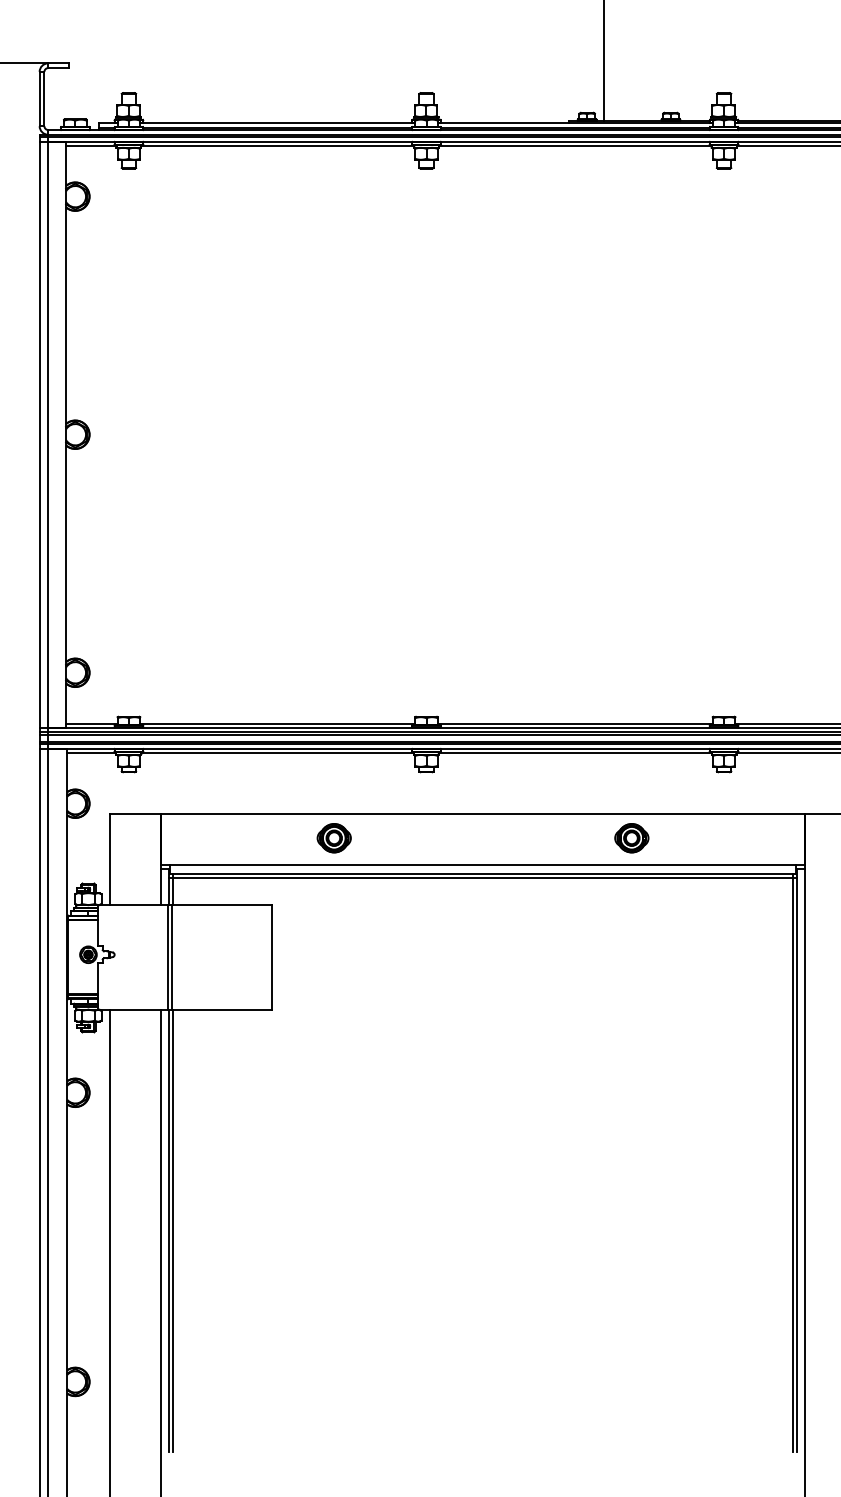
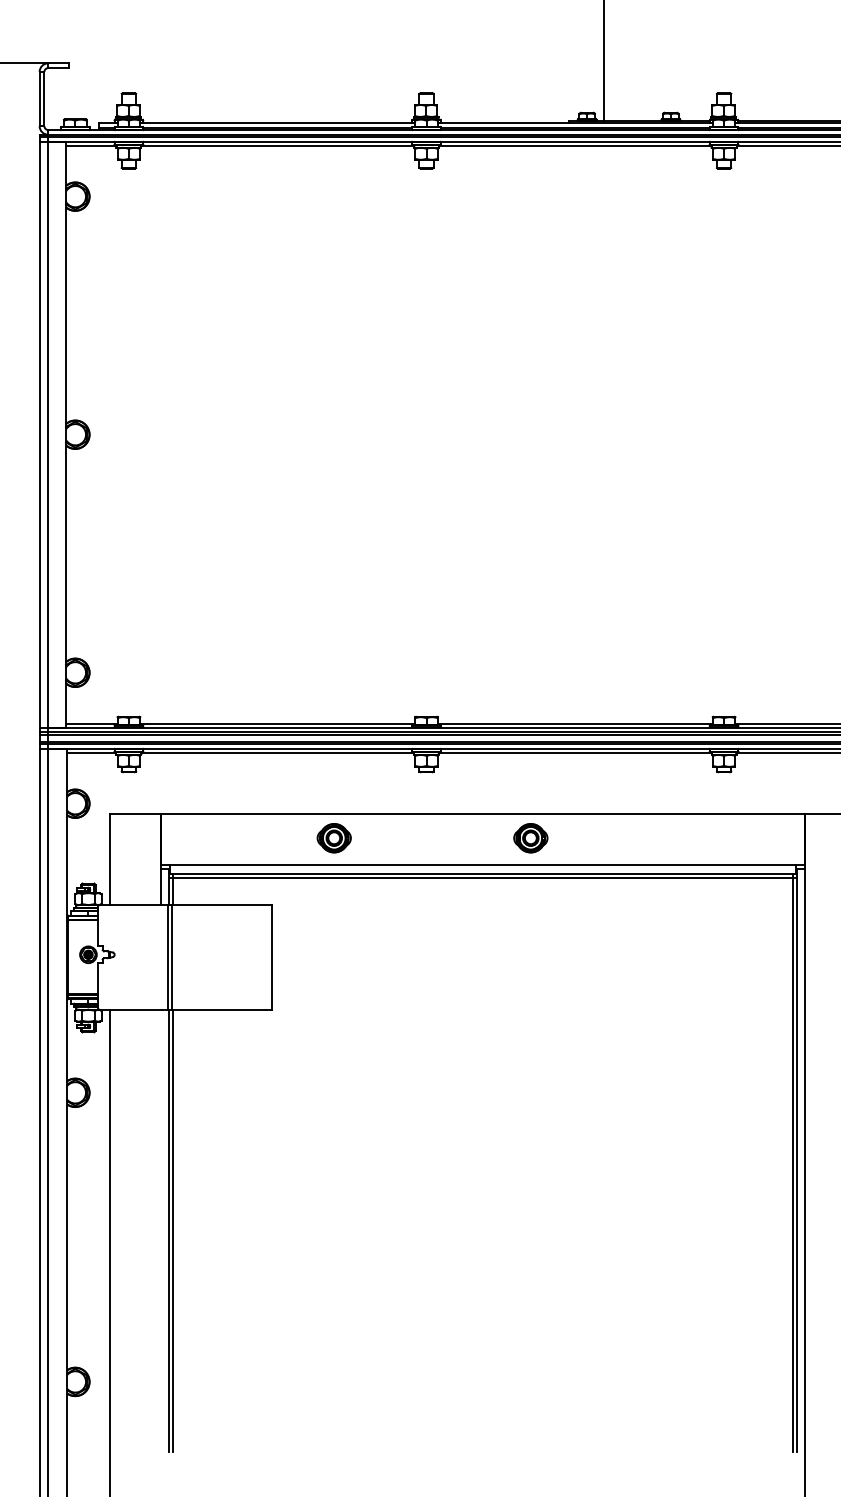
part at (631, 838) position: (631, 838) -> (530, 838)
line at (160, 1251): present -> none
